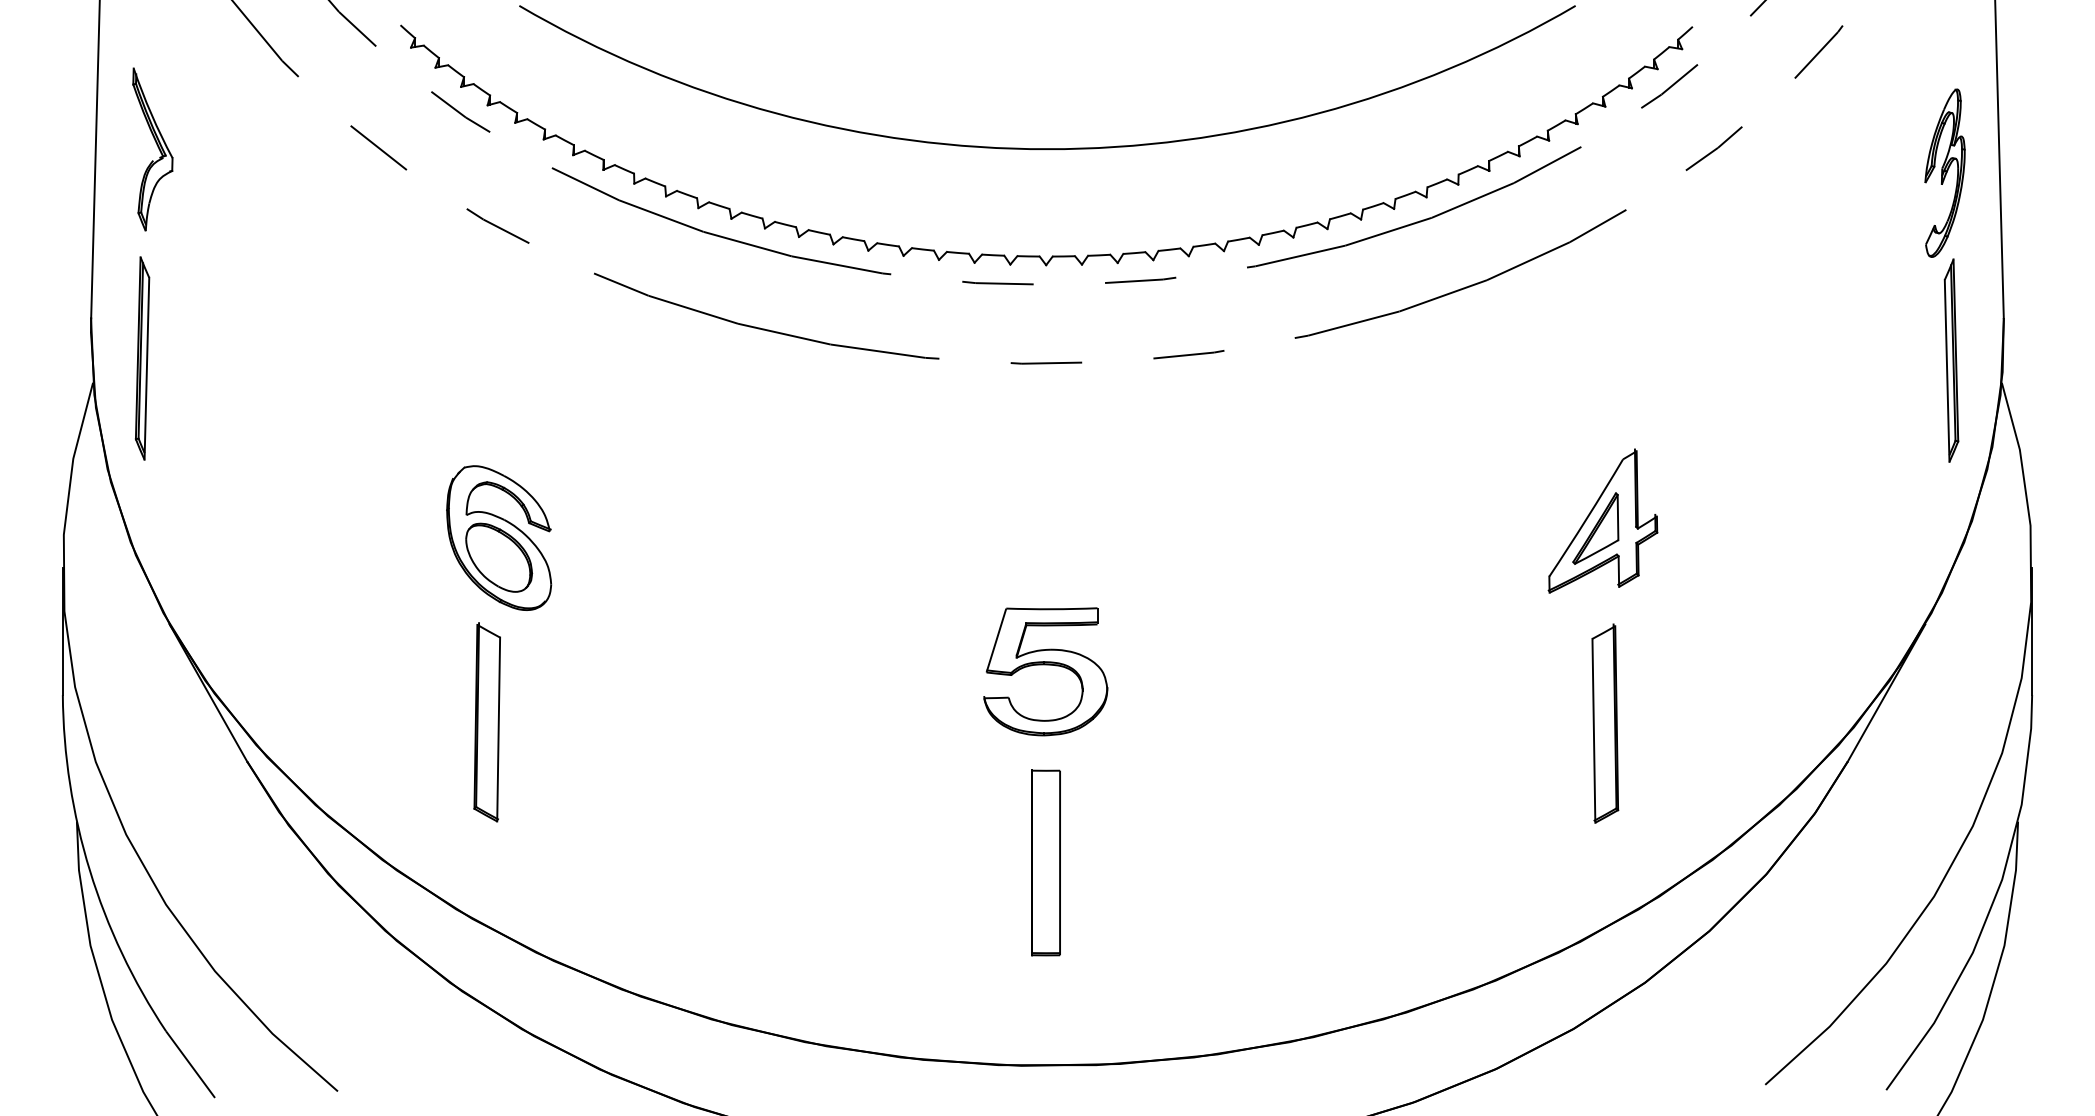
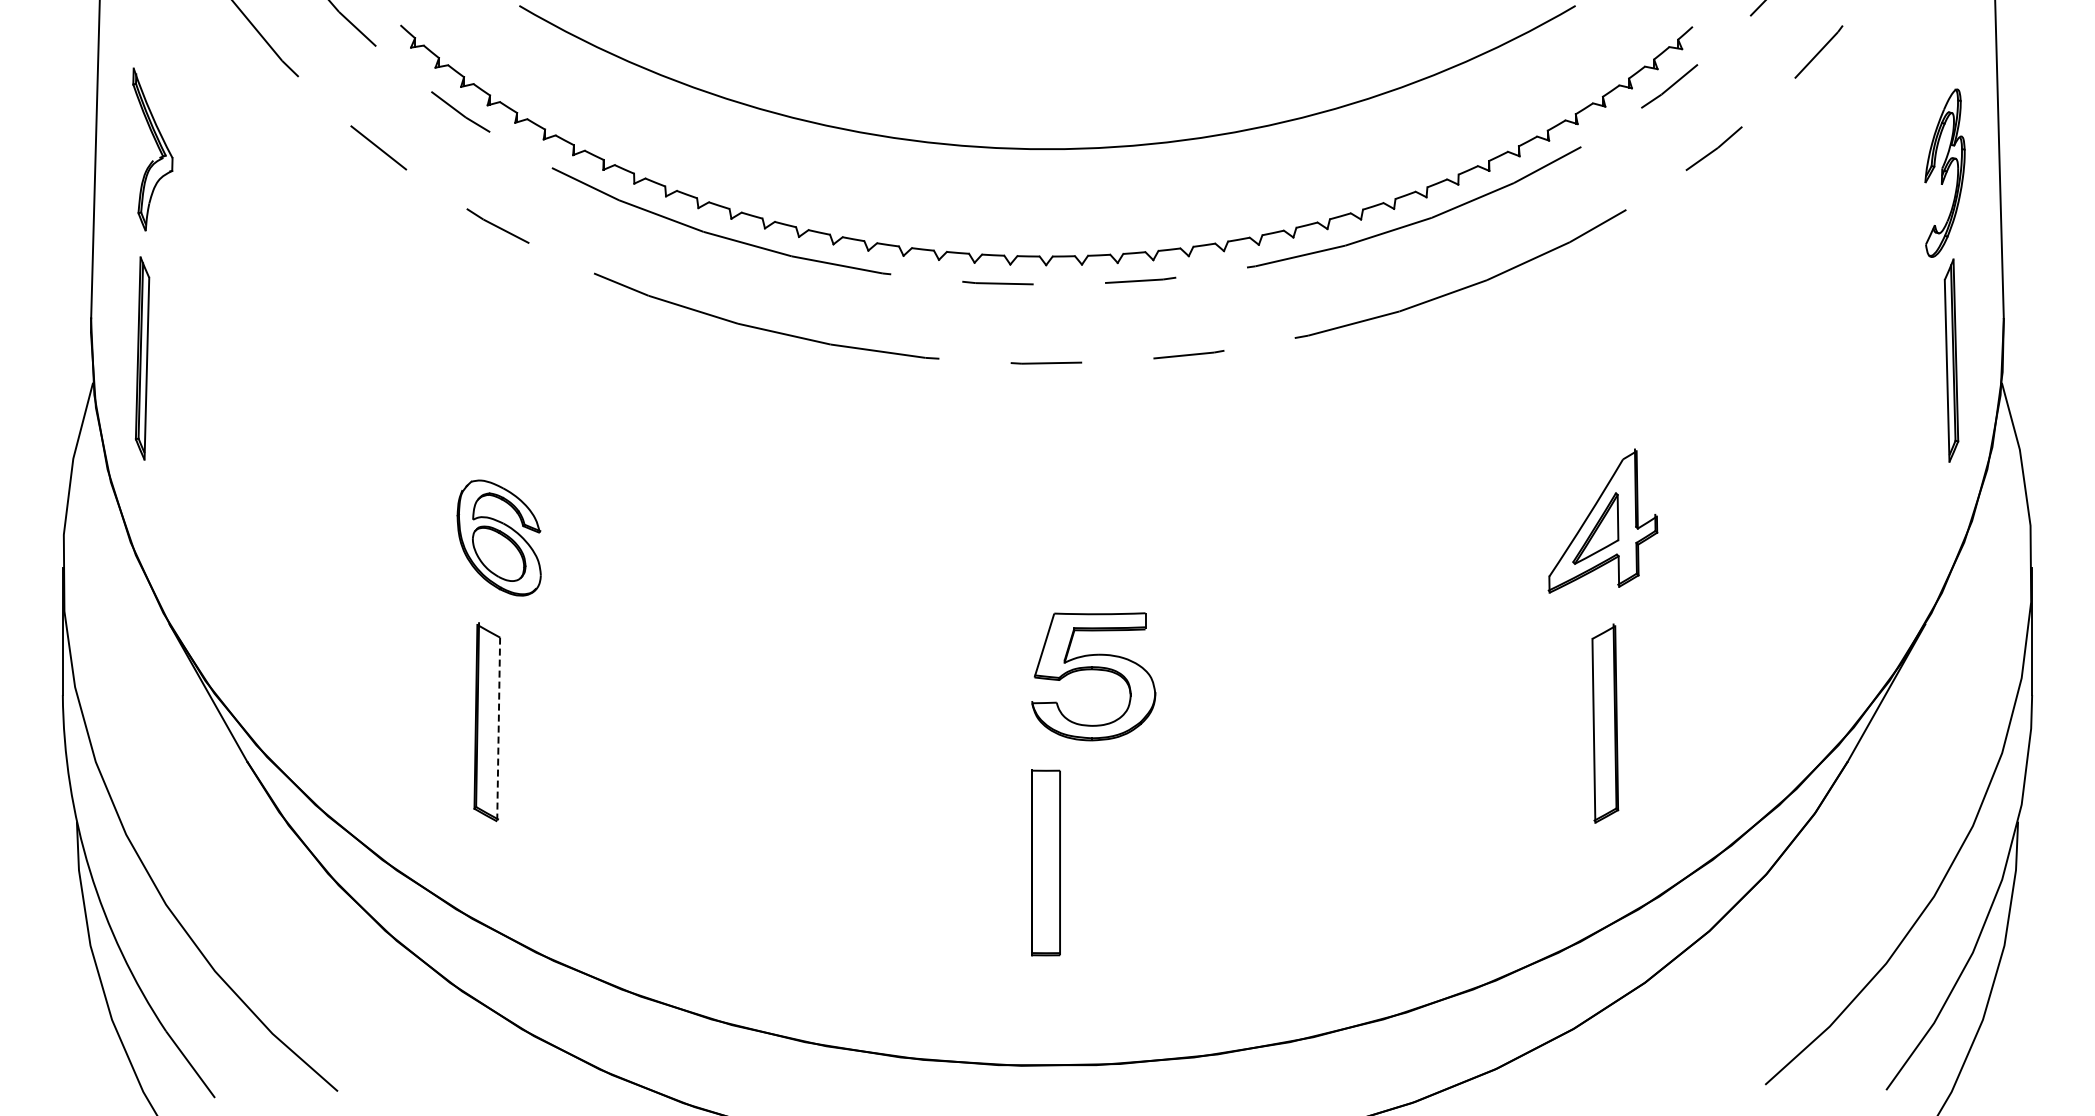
part at (499, 537) size: 107x146 px -> 86x118 px
part at (1045, 671) position: (1045, 671) -> (1093, 676)
line at (498, 729): solid -> dashed
